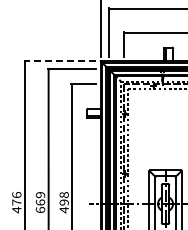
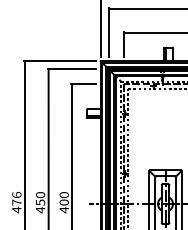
line at (59, 61): dashed -> solid
text at (63, 198): 498 -> 400
text at (40, 202): 669 -> 450
